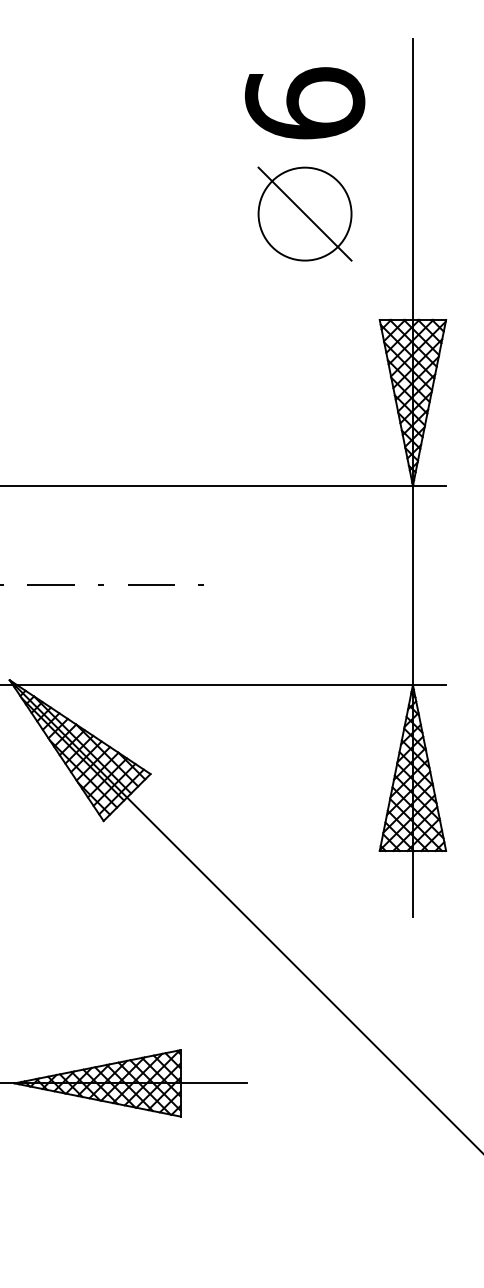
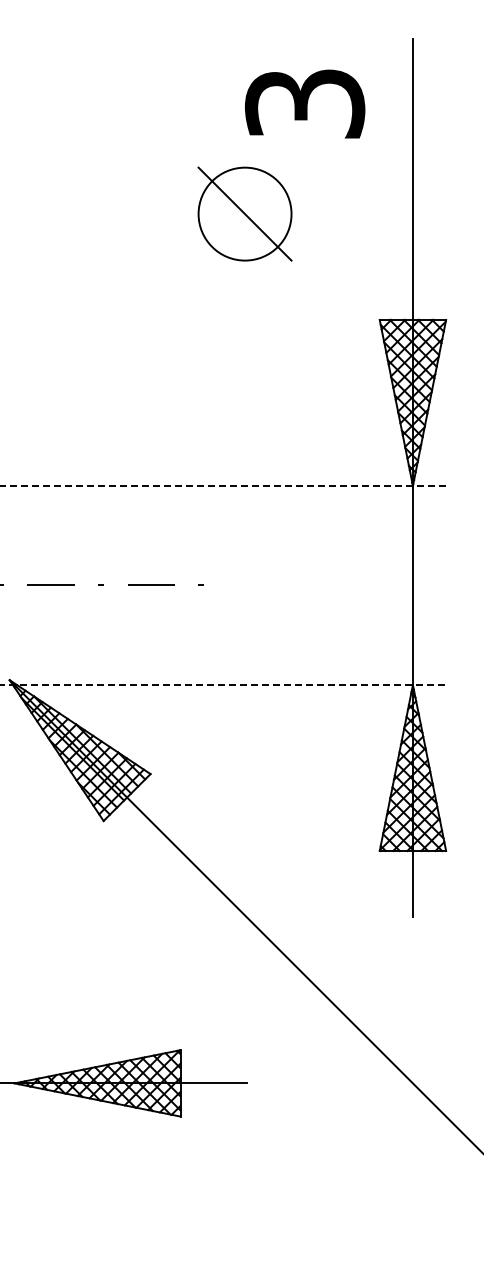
text at (304, 103): 6 -> 3
part at (304, 213) position: (304, 213) -> (244, 213)
line at (222, 485): solid -> dashed
line at (223, 685): solid -> dashed
